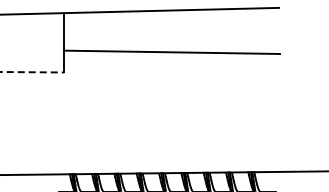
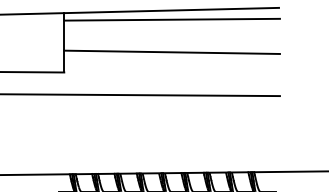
line at (171, 19): none -> present
line at (32, 72): dashed -> solid
line at (140, 95): none -> present
